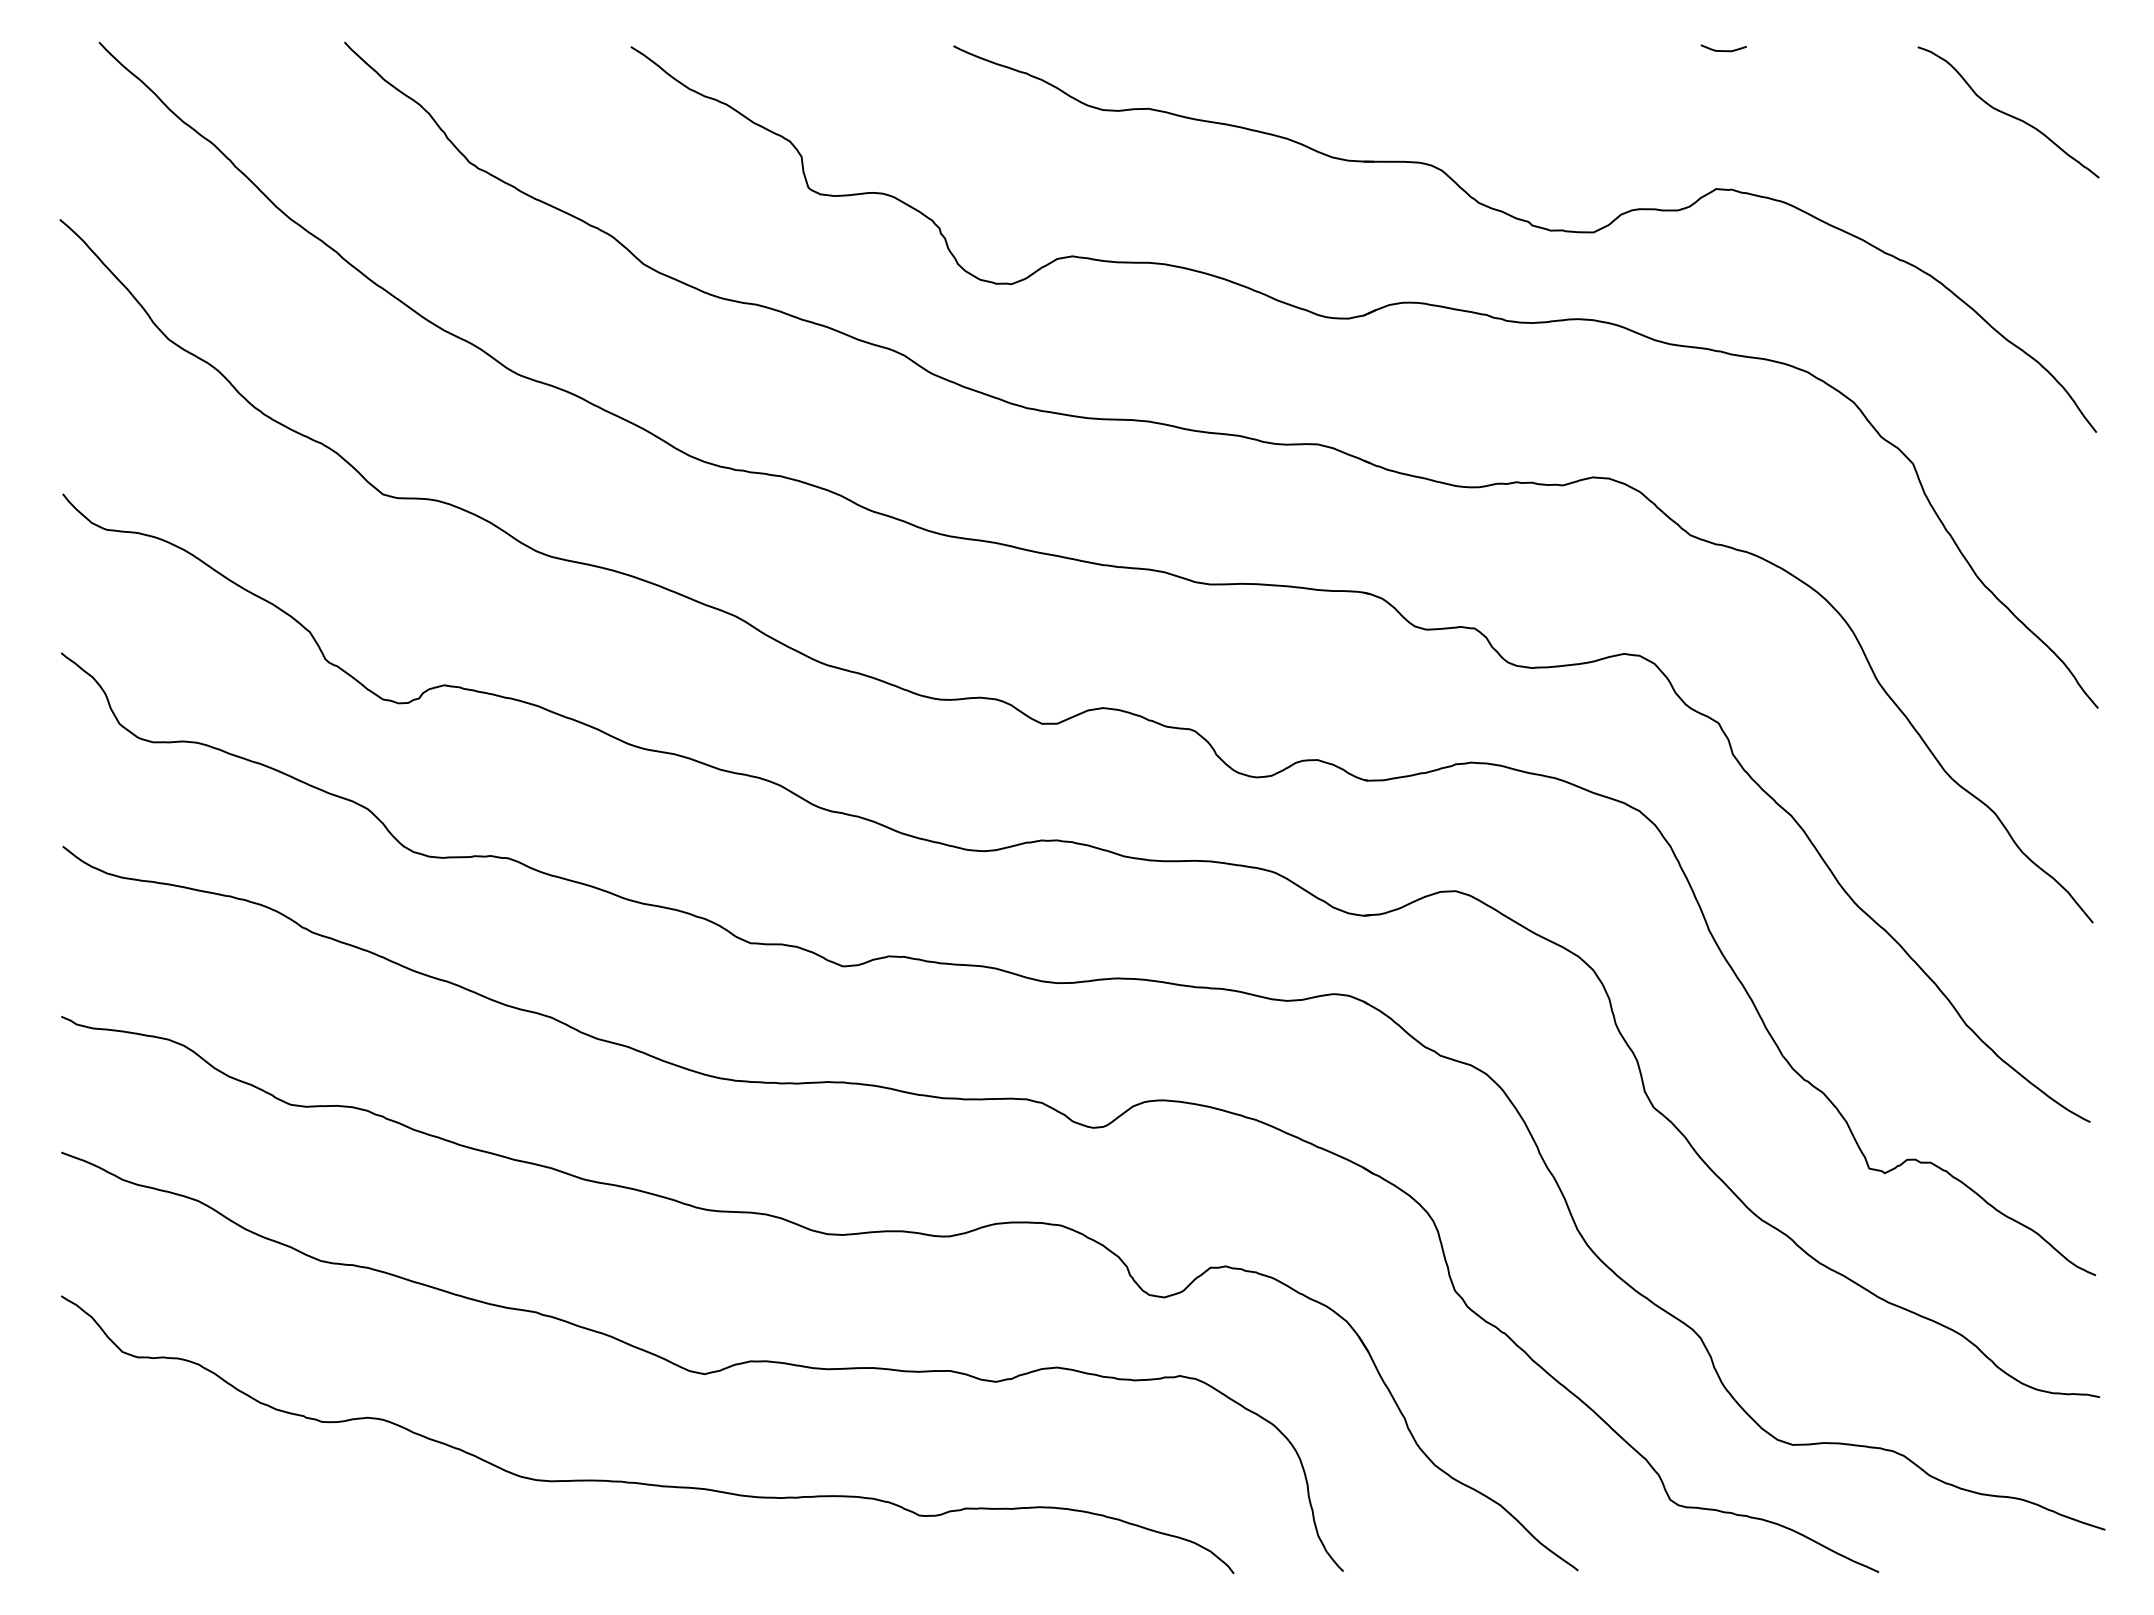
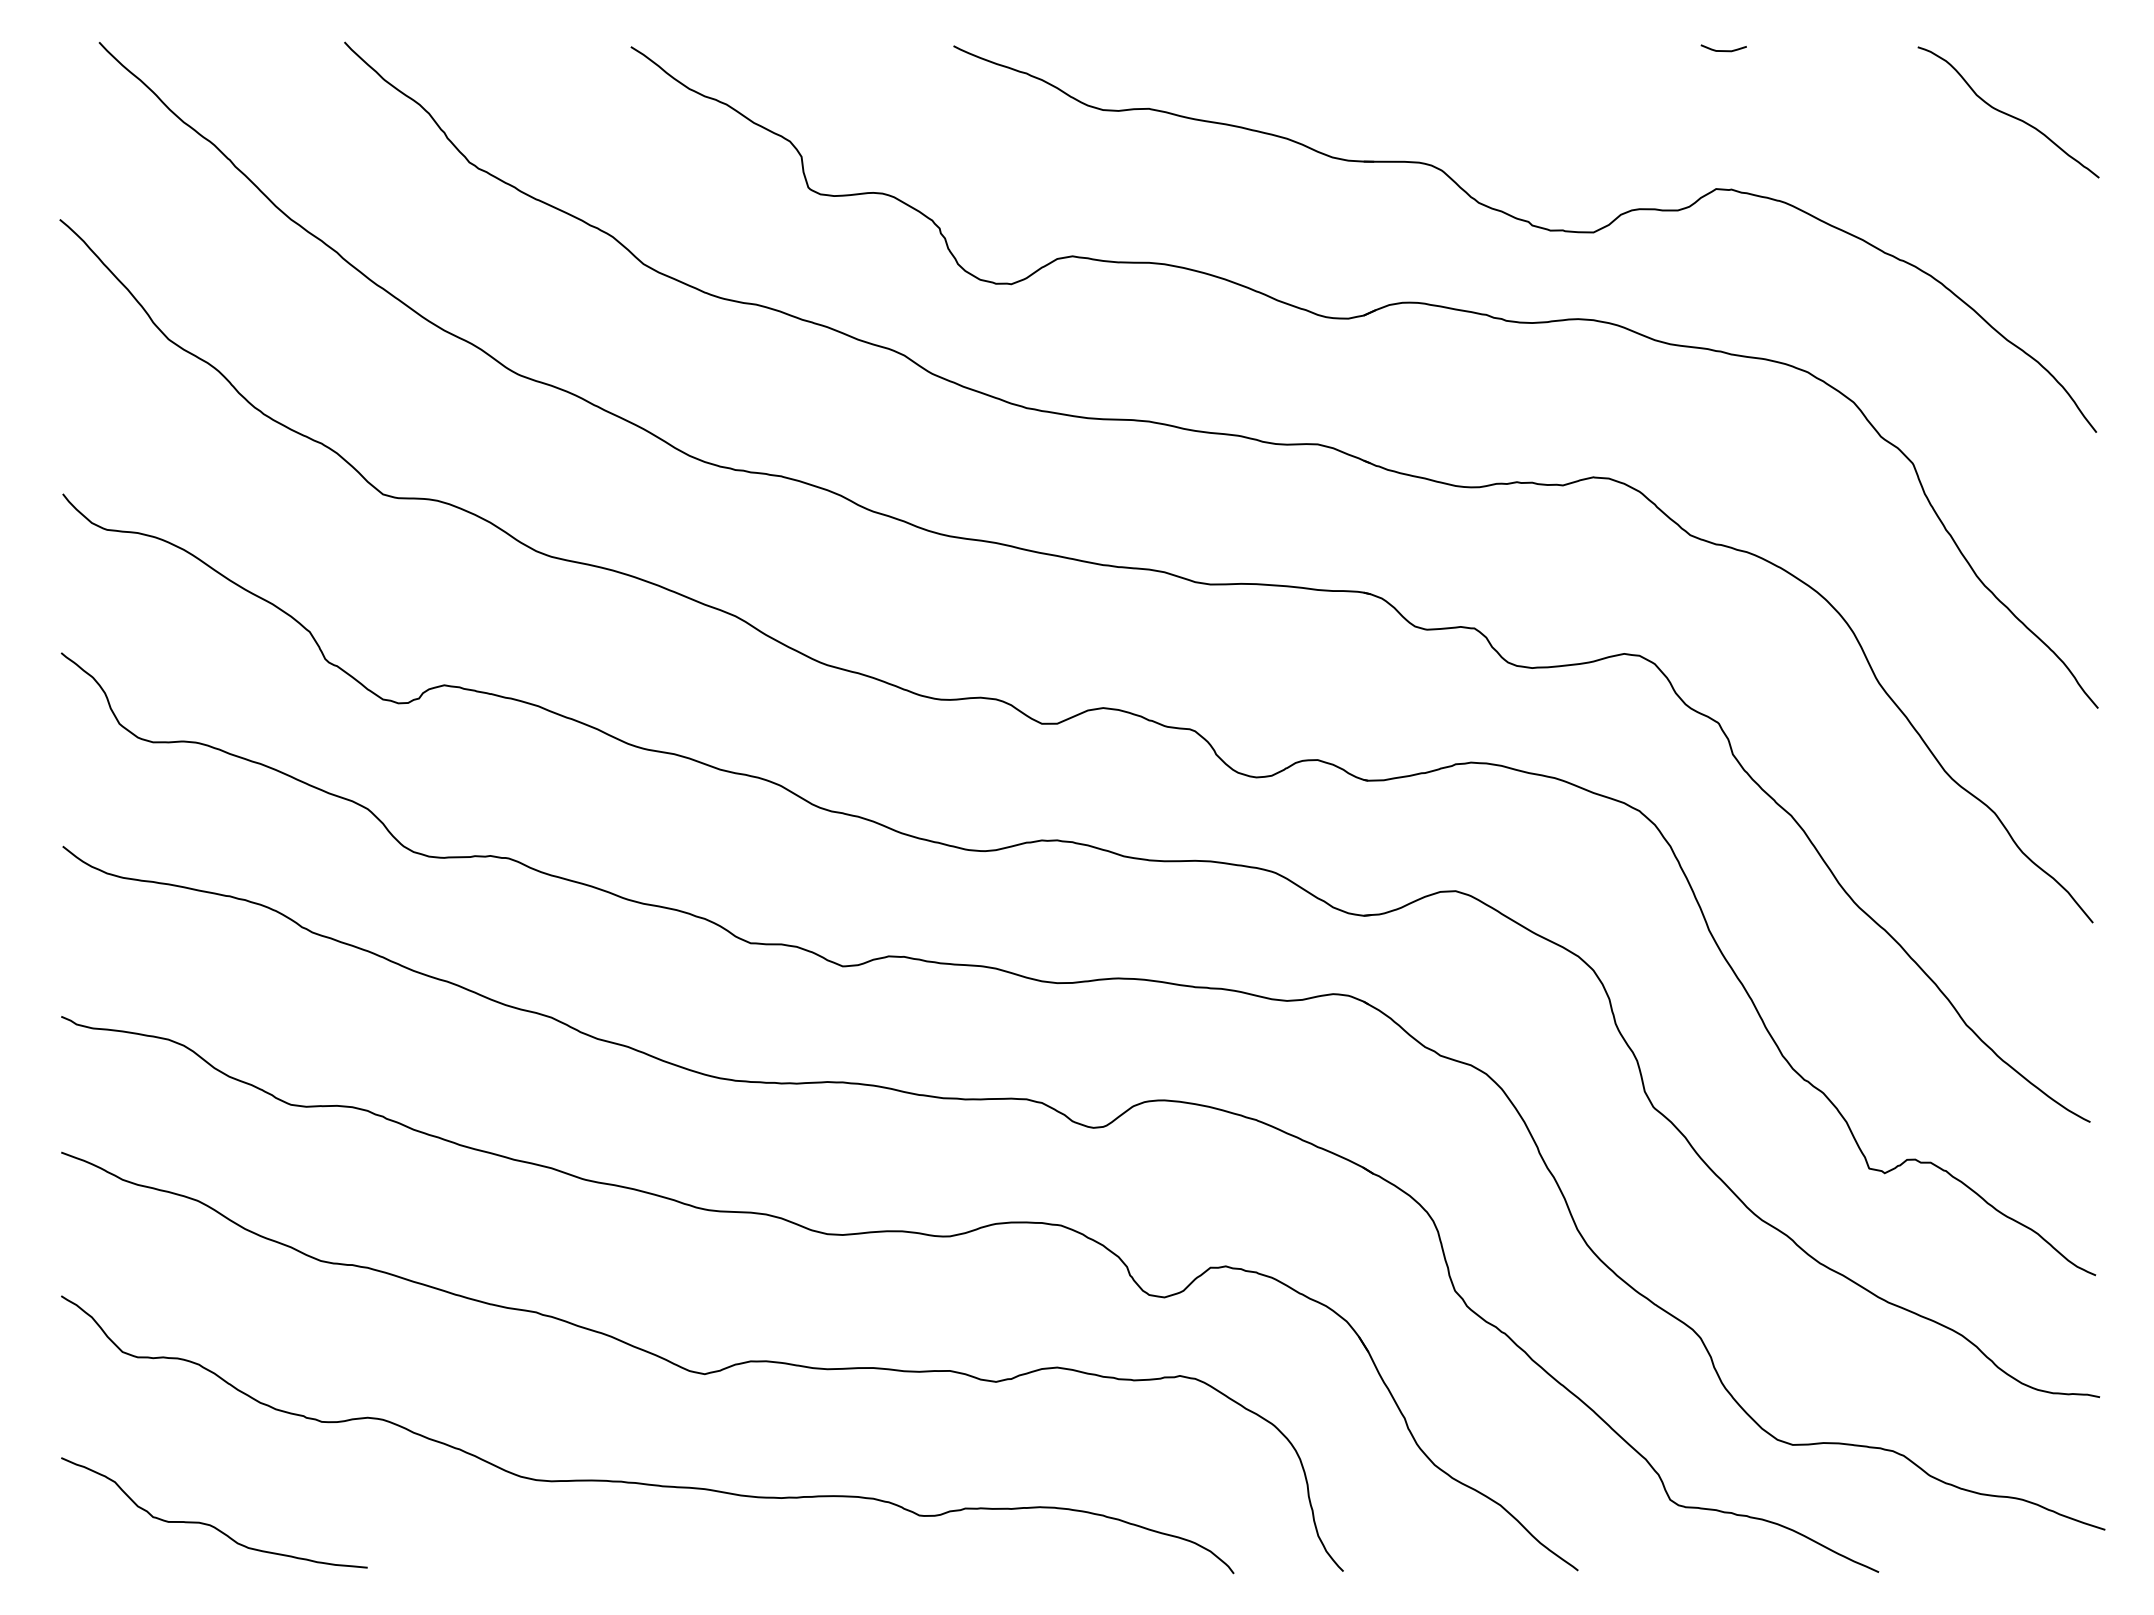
curve at (210, 1524): none -> present
